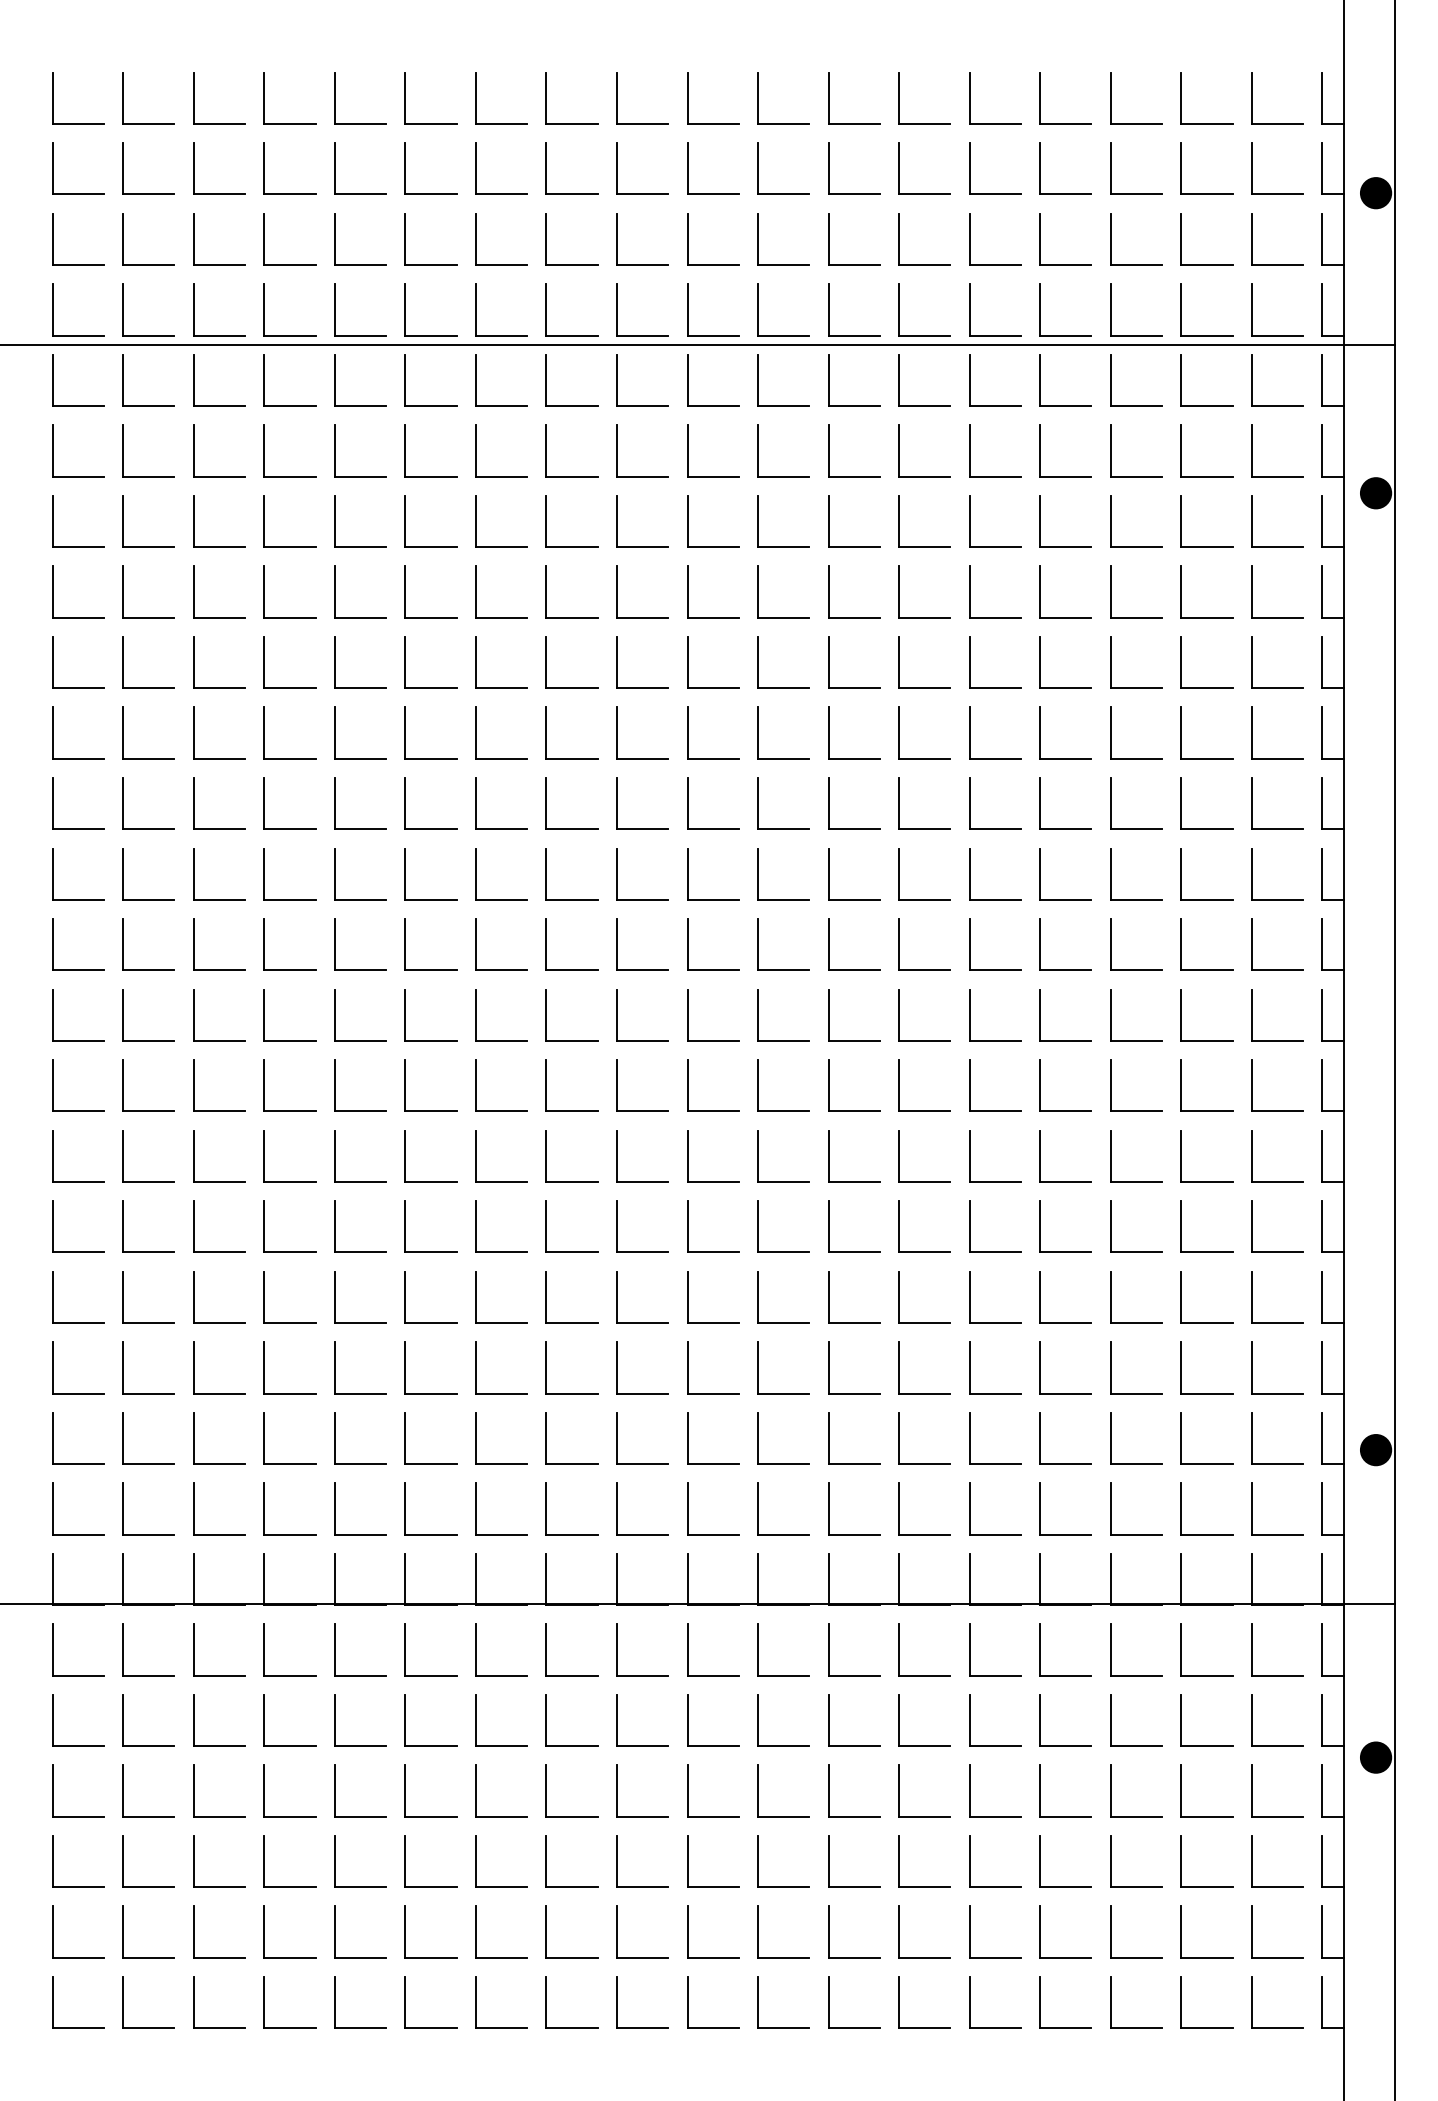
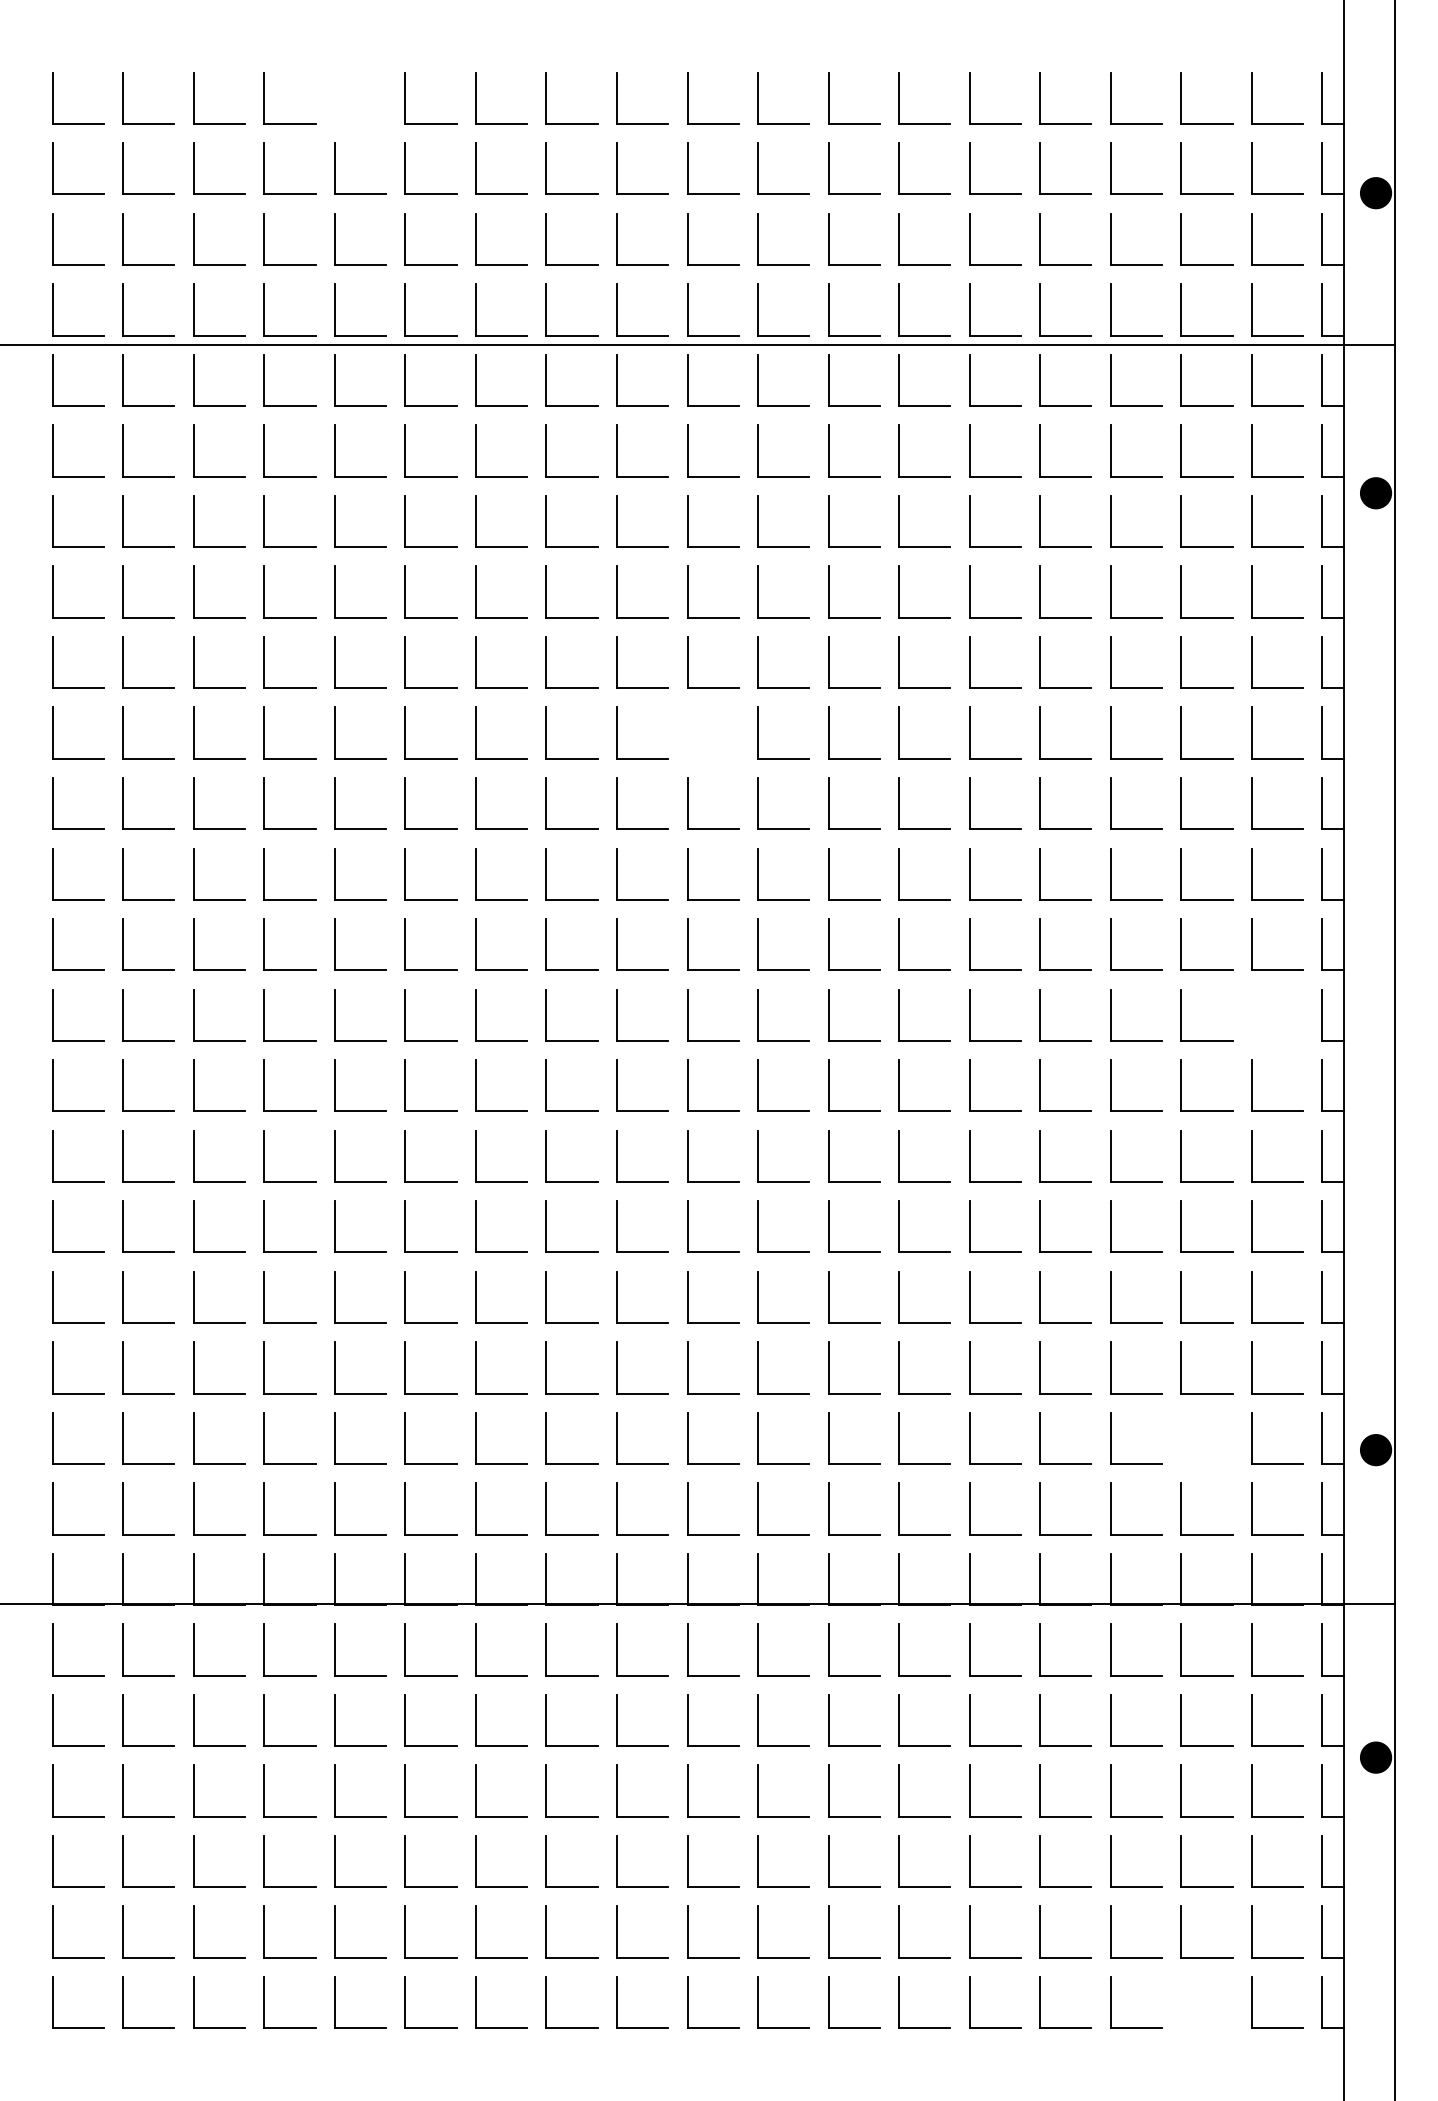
part at (335, 98): present -> none
part at (688, 732): present -> none
part at (1252, 1015): present -> none
part at (1181, 1438): present -> none
part at (1181, 2002): present -> none
